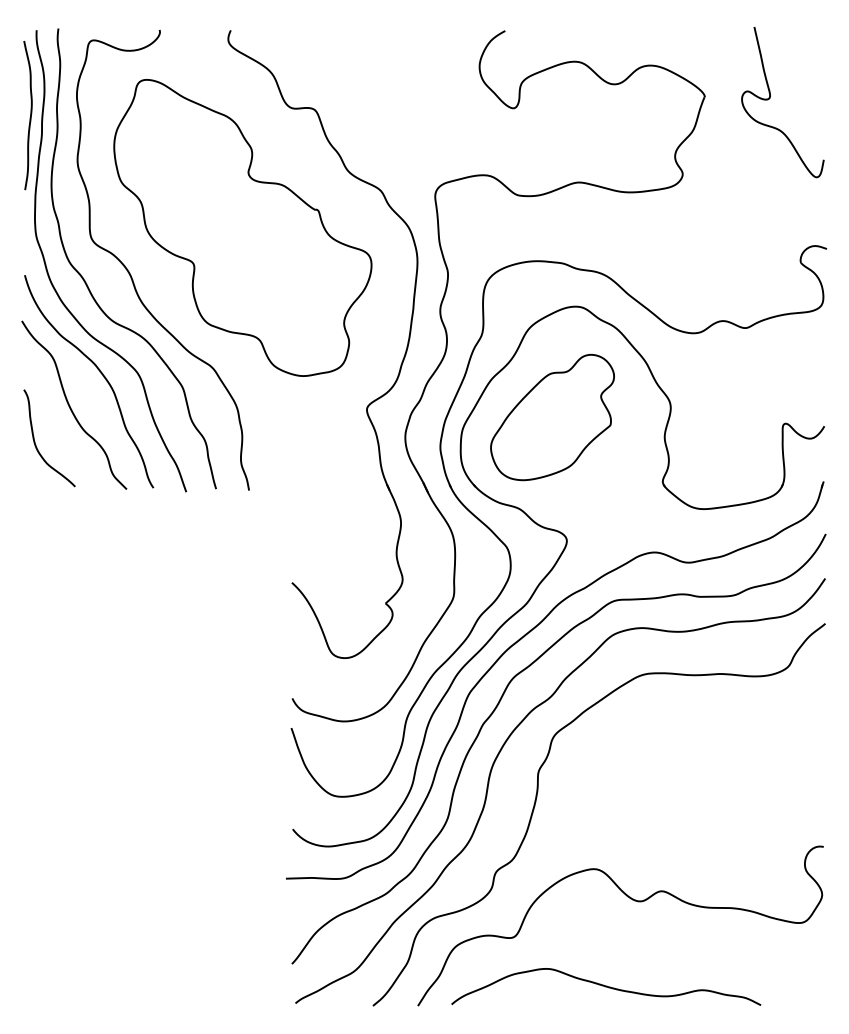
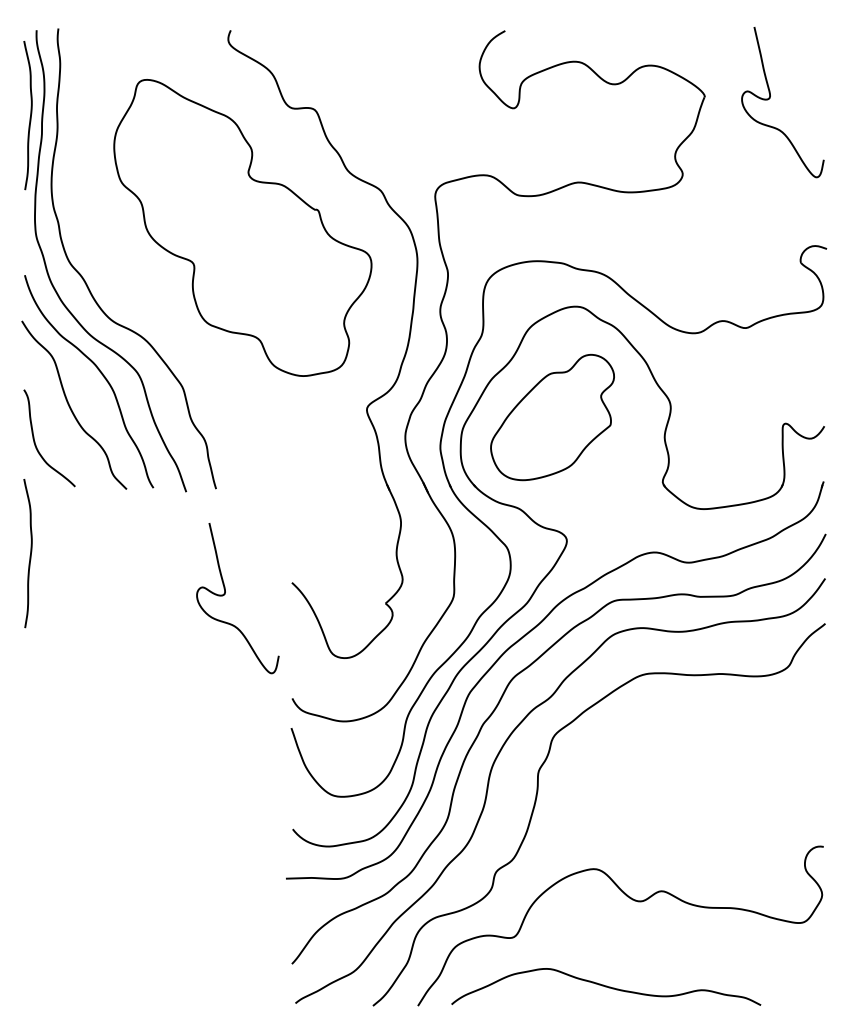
curve at (131, 275): present -> none
curve at (29, 555): none -> present
curve at (225, 594): none -> present
